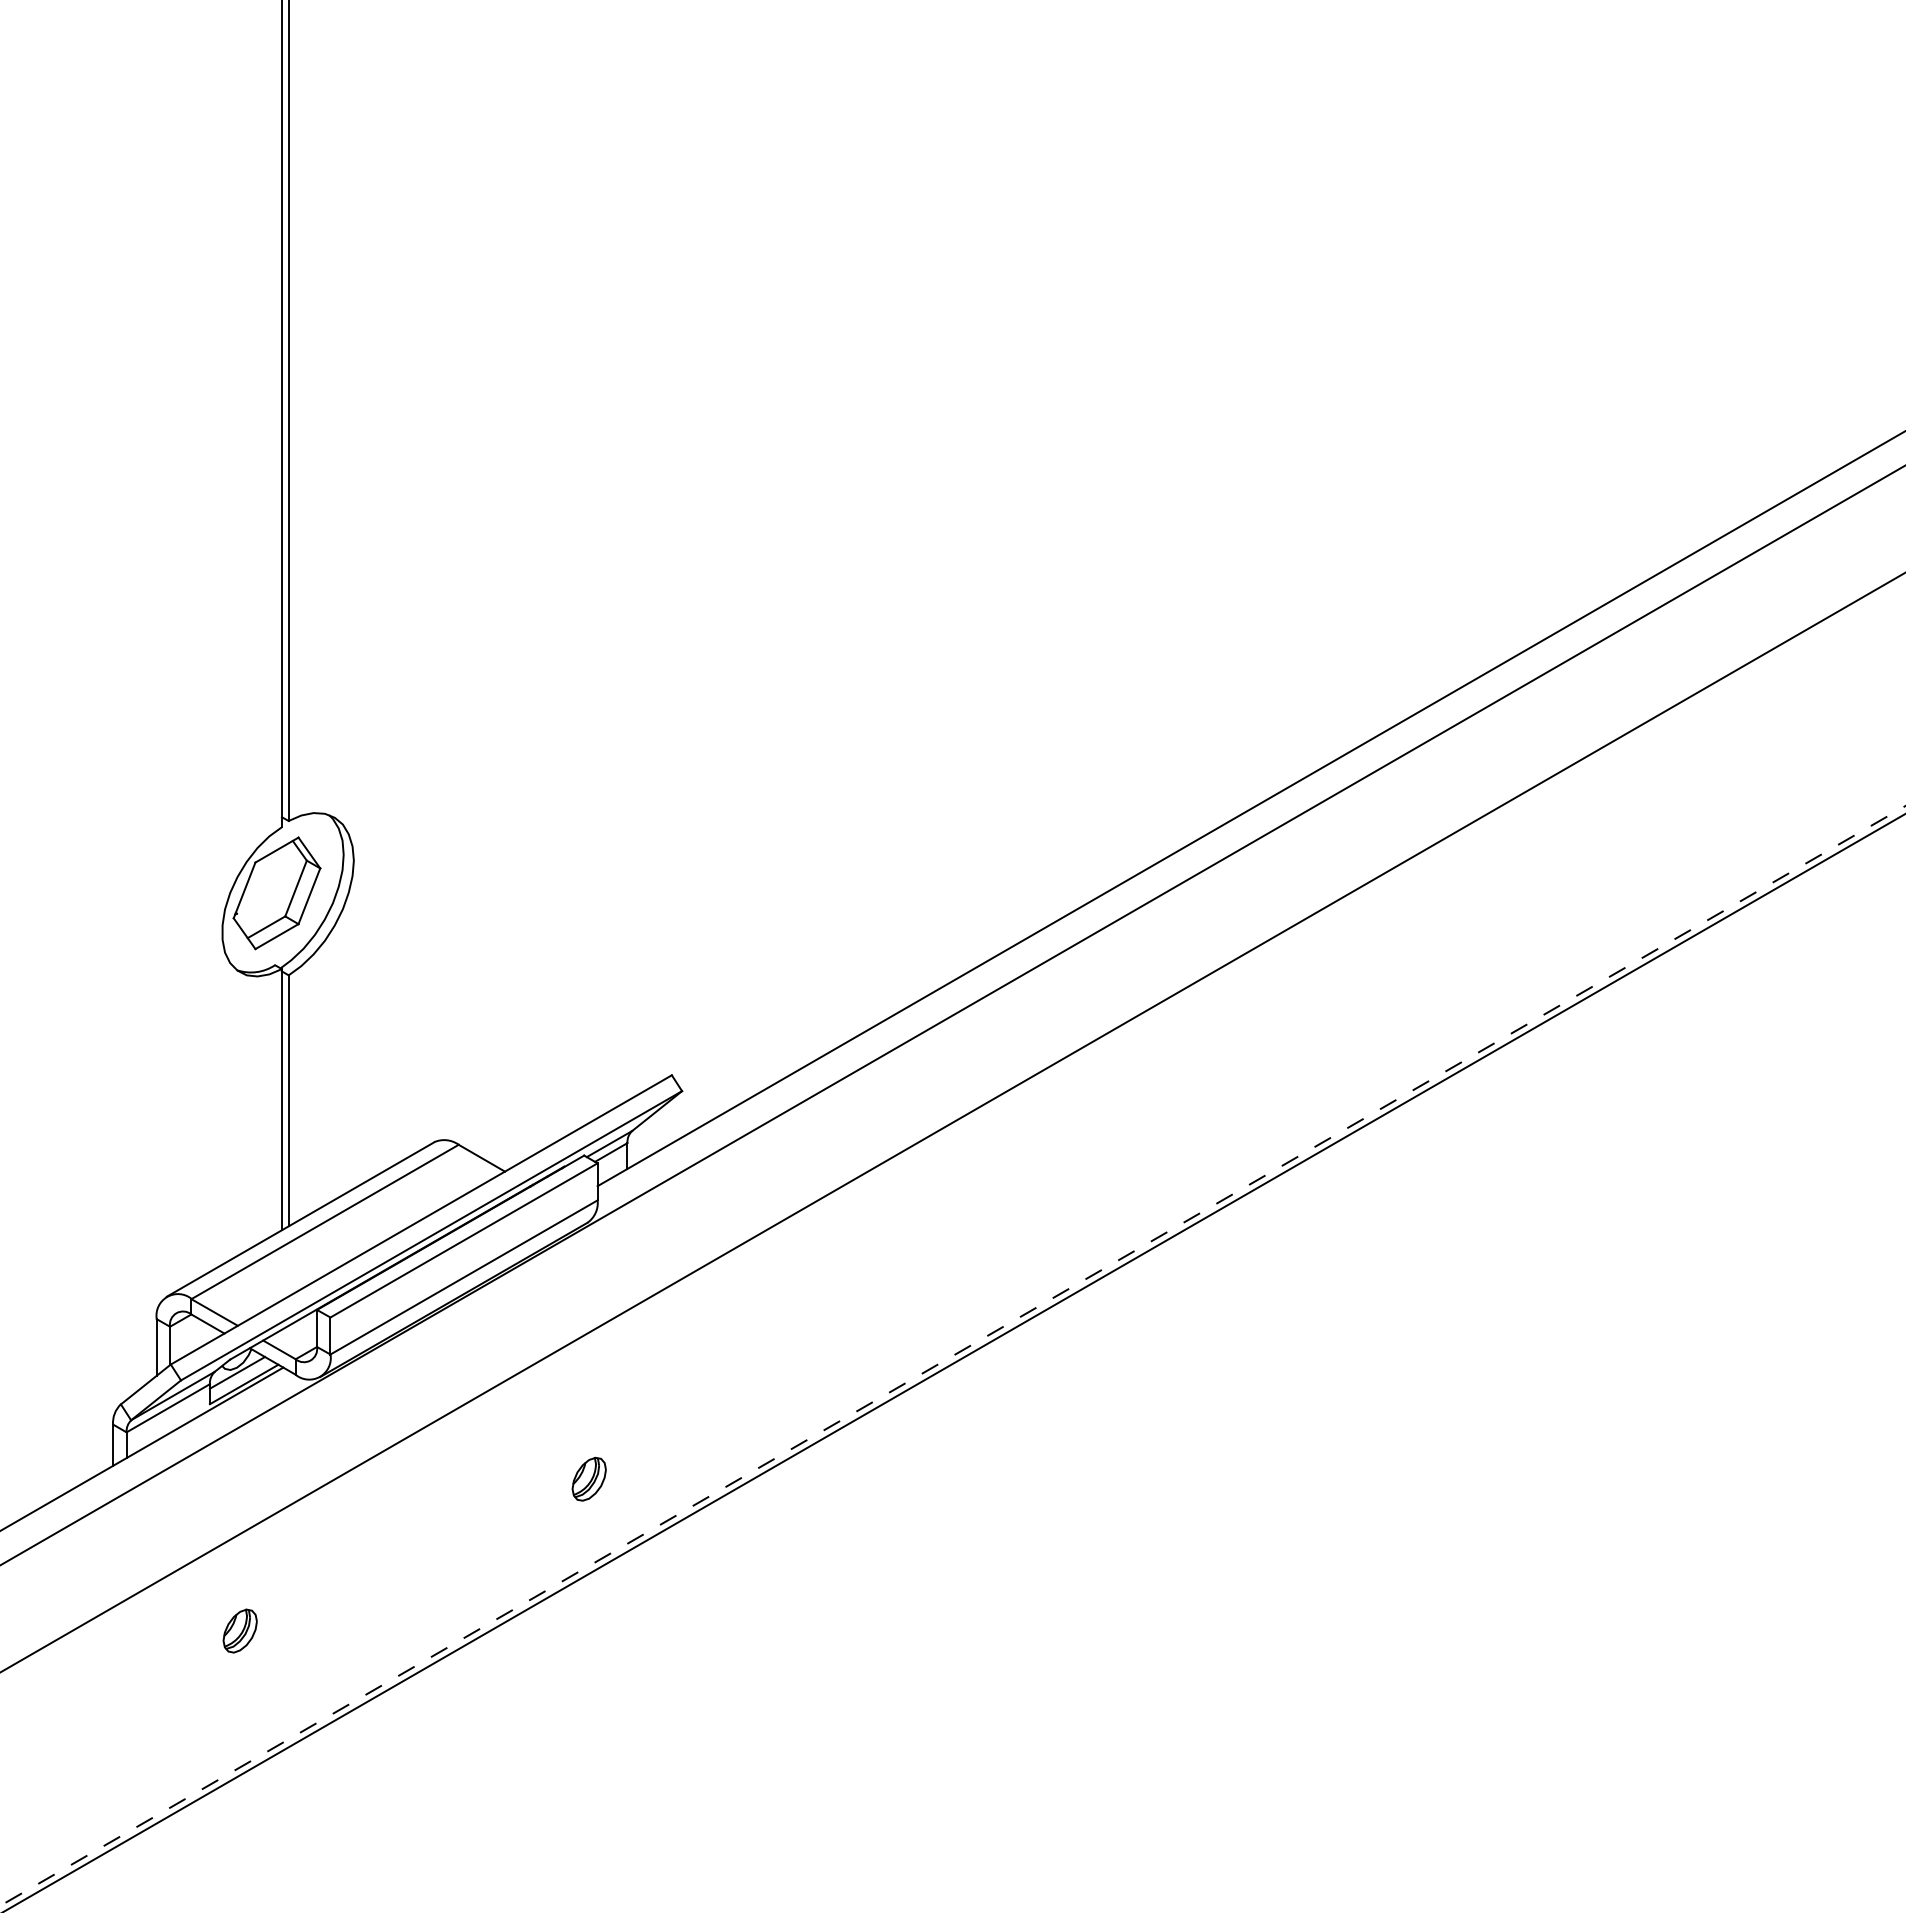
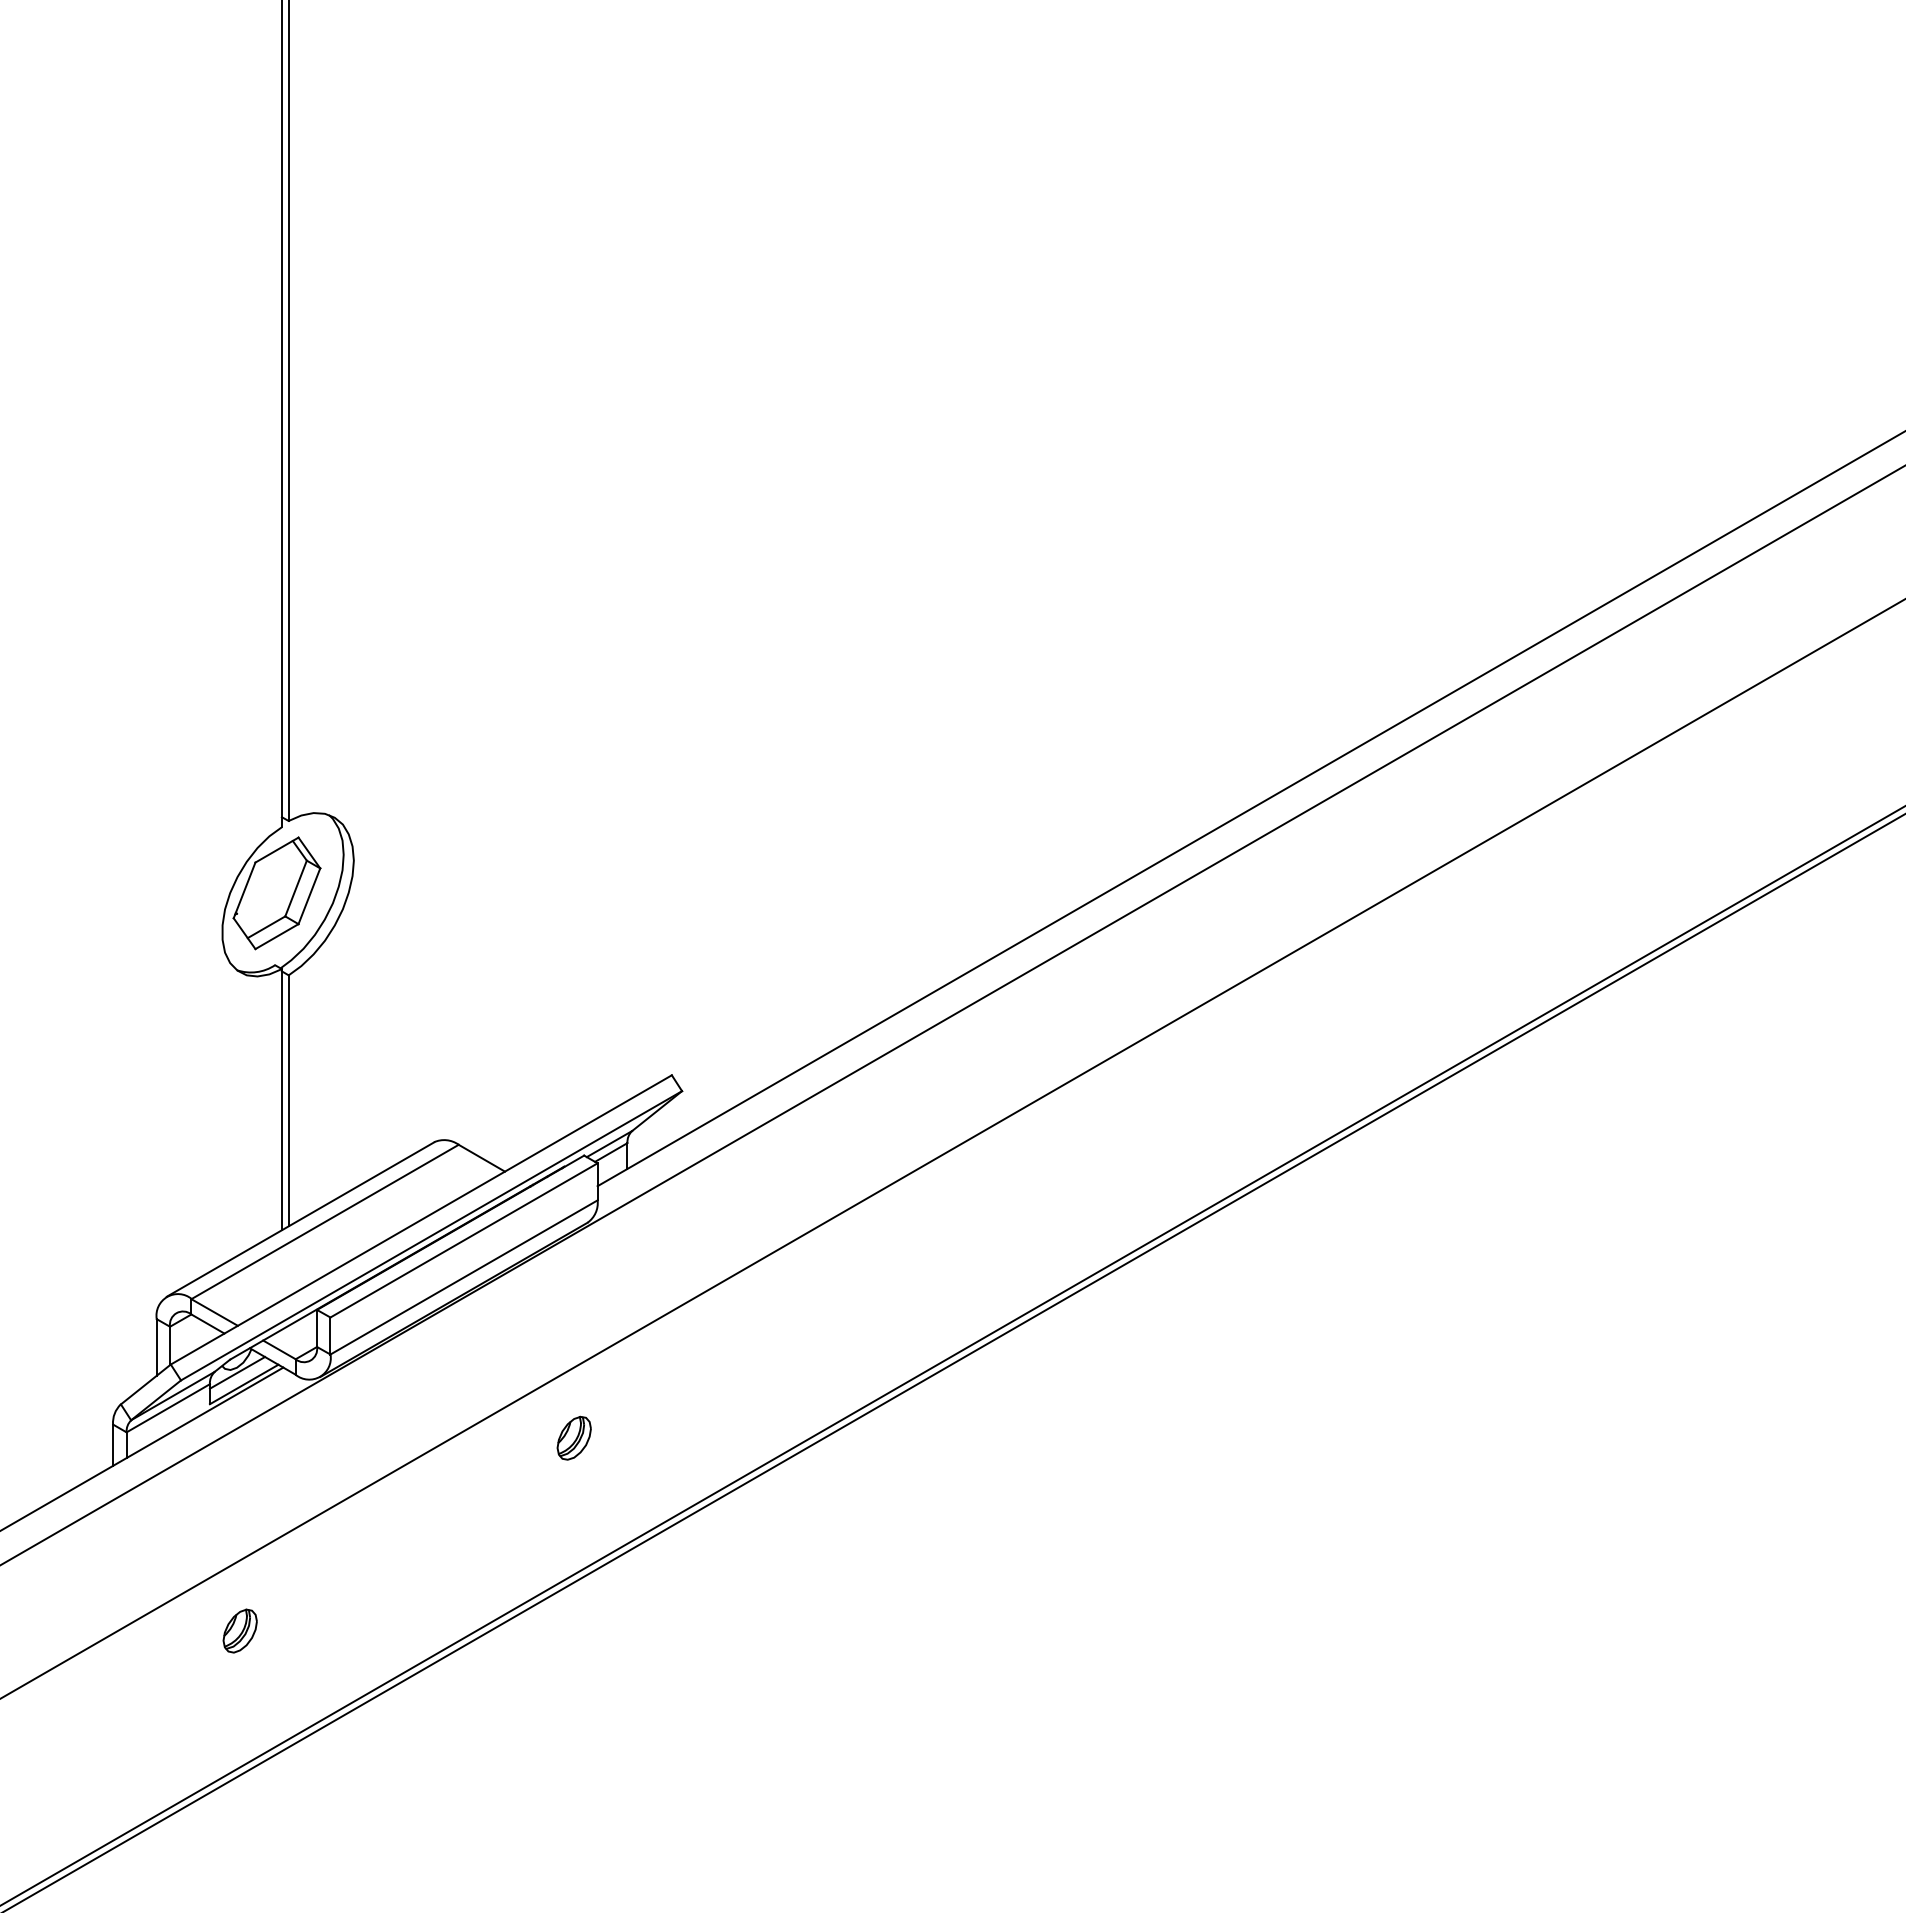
line at (952, 1122) position: (952, 1122) -> (952, 1148)
line at (952, 1355): dashed -> solid
part at (588, 1478) position: (588, 1478) -> (573, 1437)
